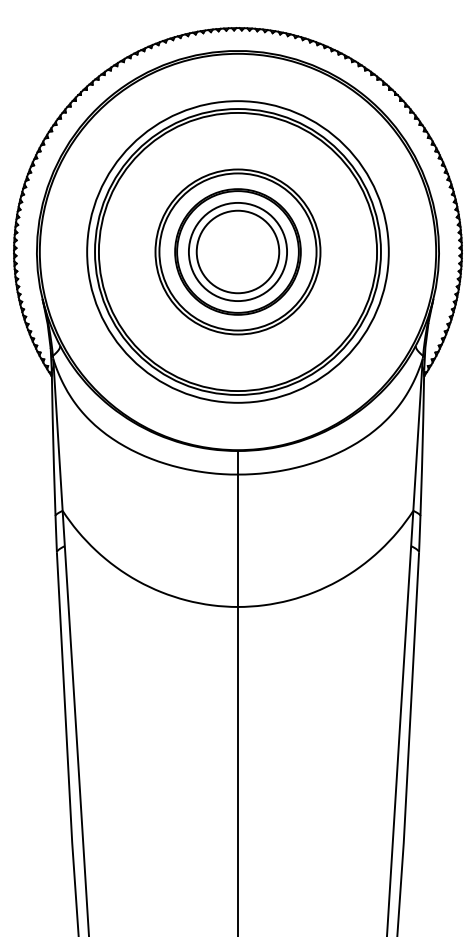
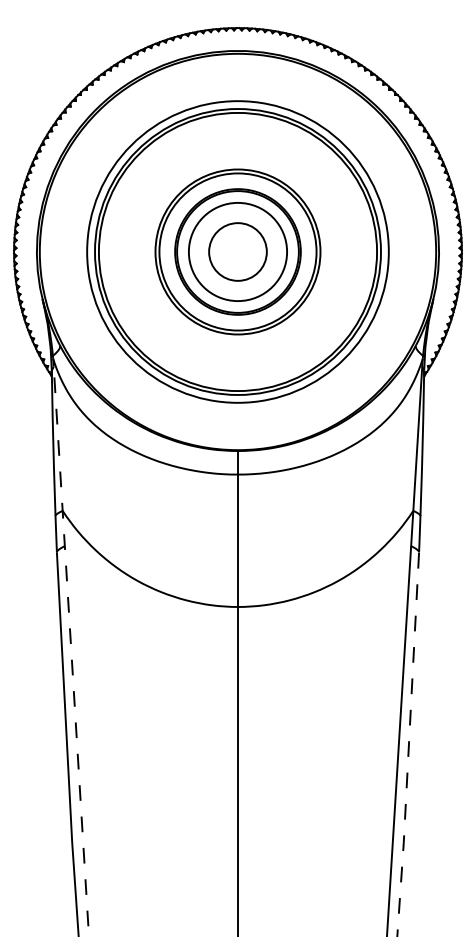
circle at (237, 251) diameter: 82 px -> 58 px
line at (71, 650): solid -> dashed
line at (408, 744): solid -> dashed
